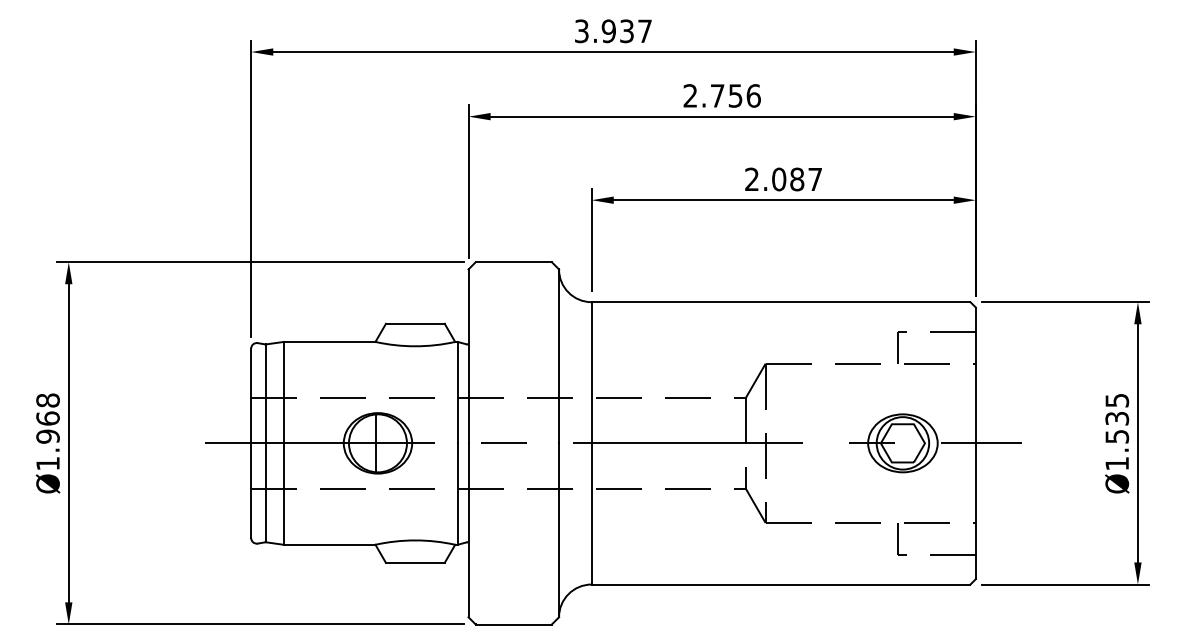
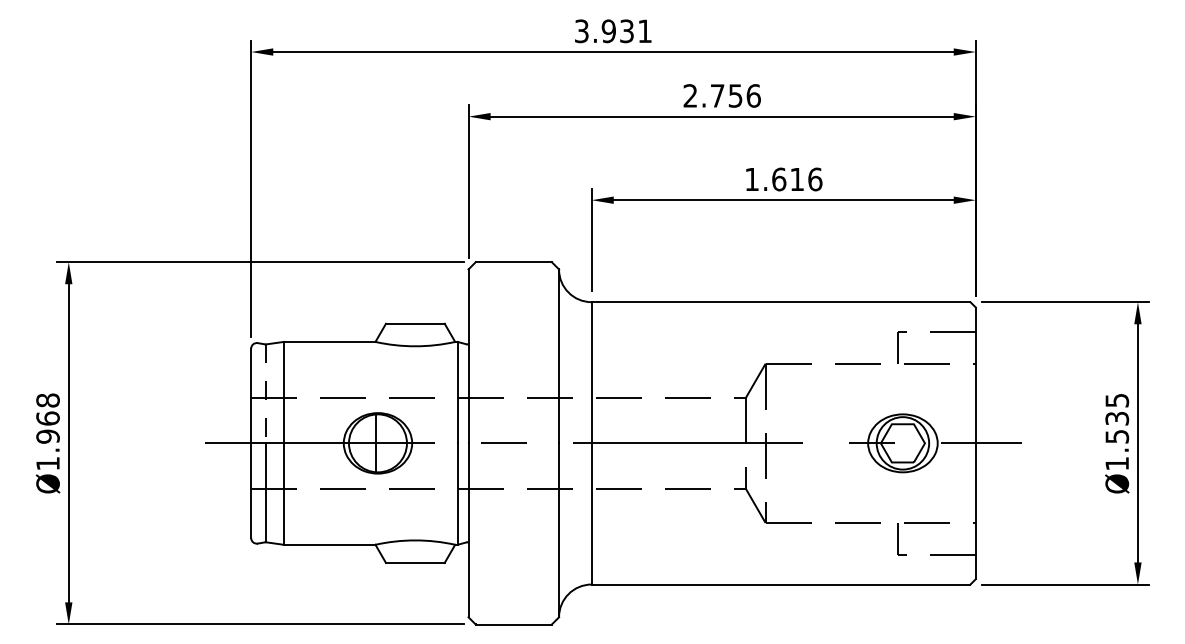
text at (644, 30): 3.937 -> 3.931
text at (783, 179): 2.087 -> 1.616
line at (265, 394): solid -> dashed
